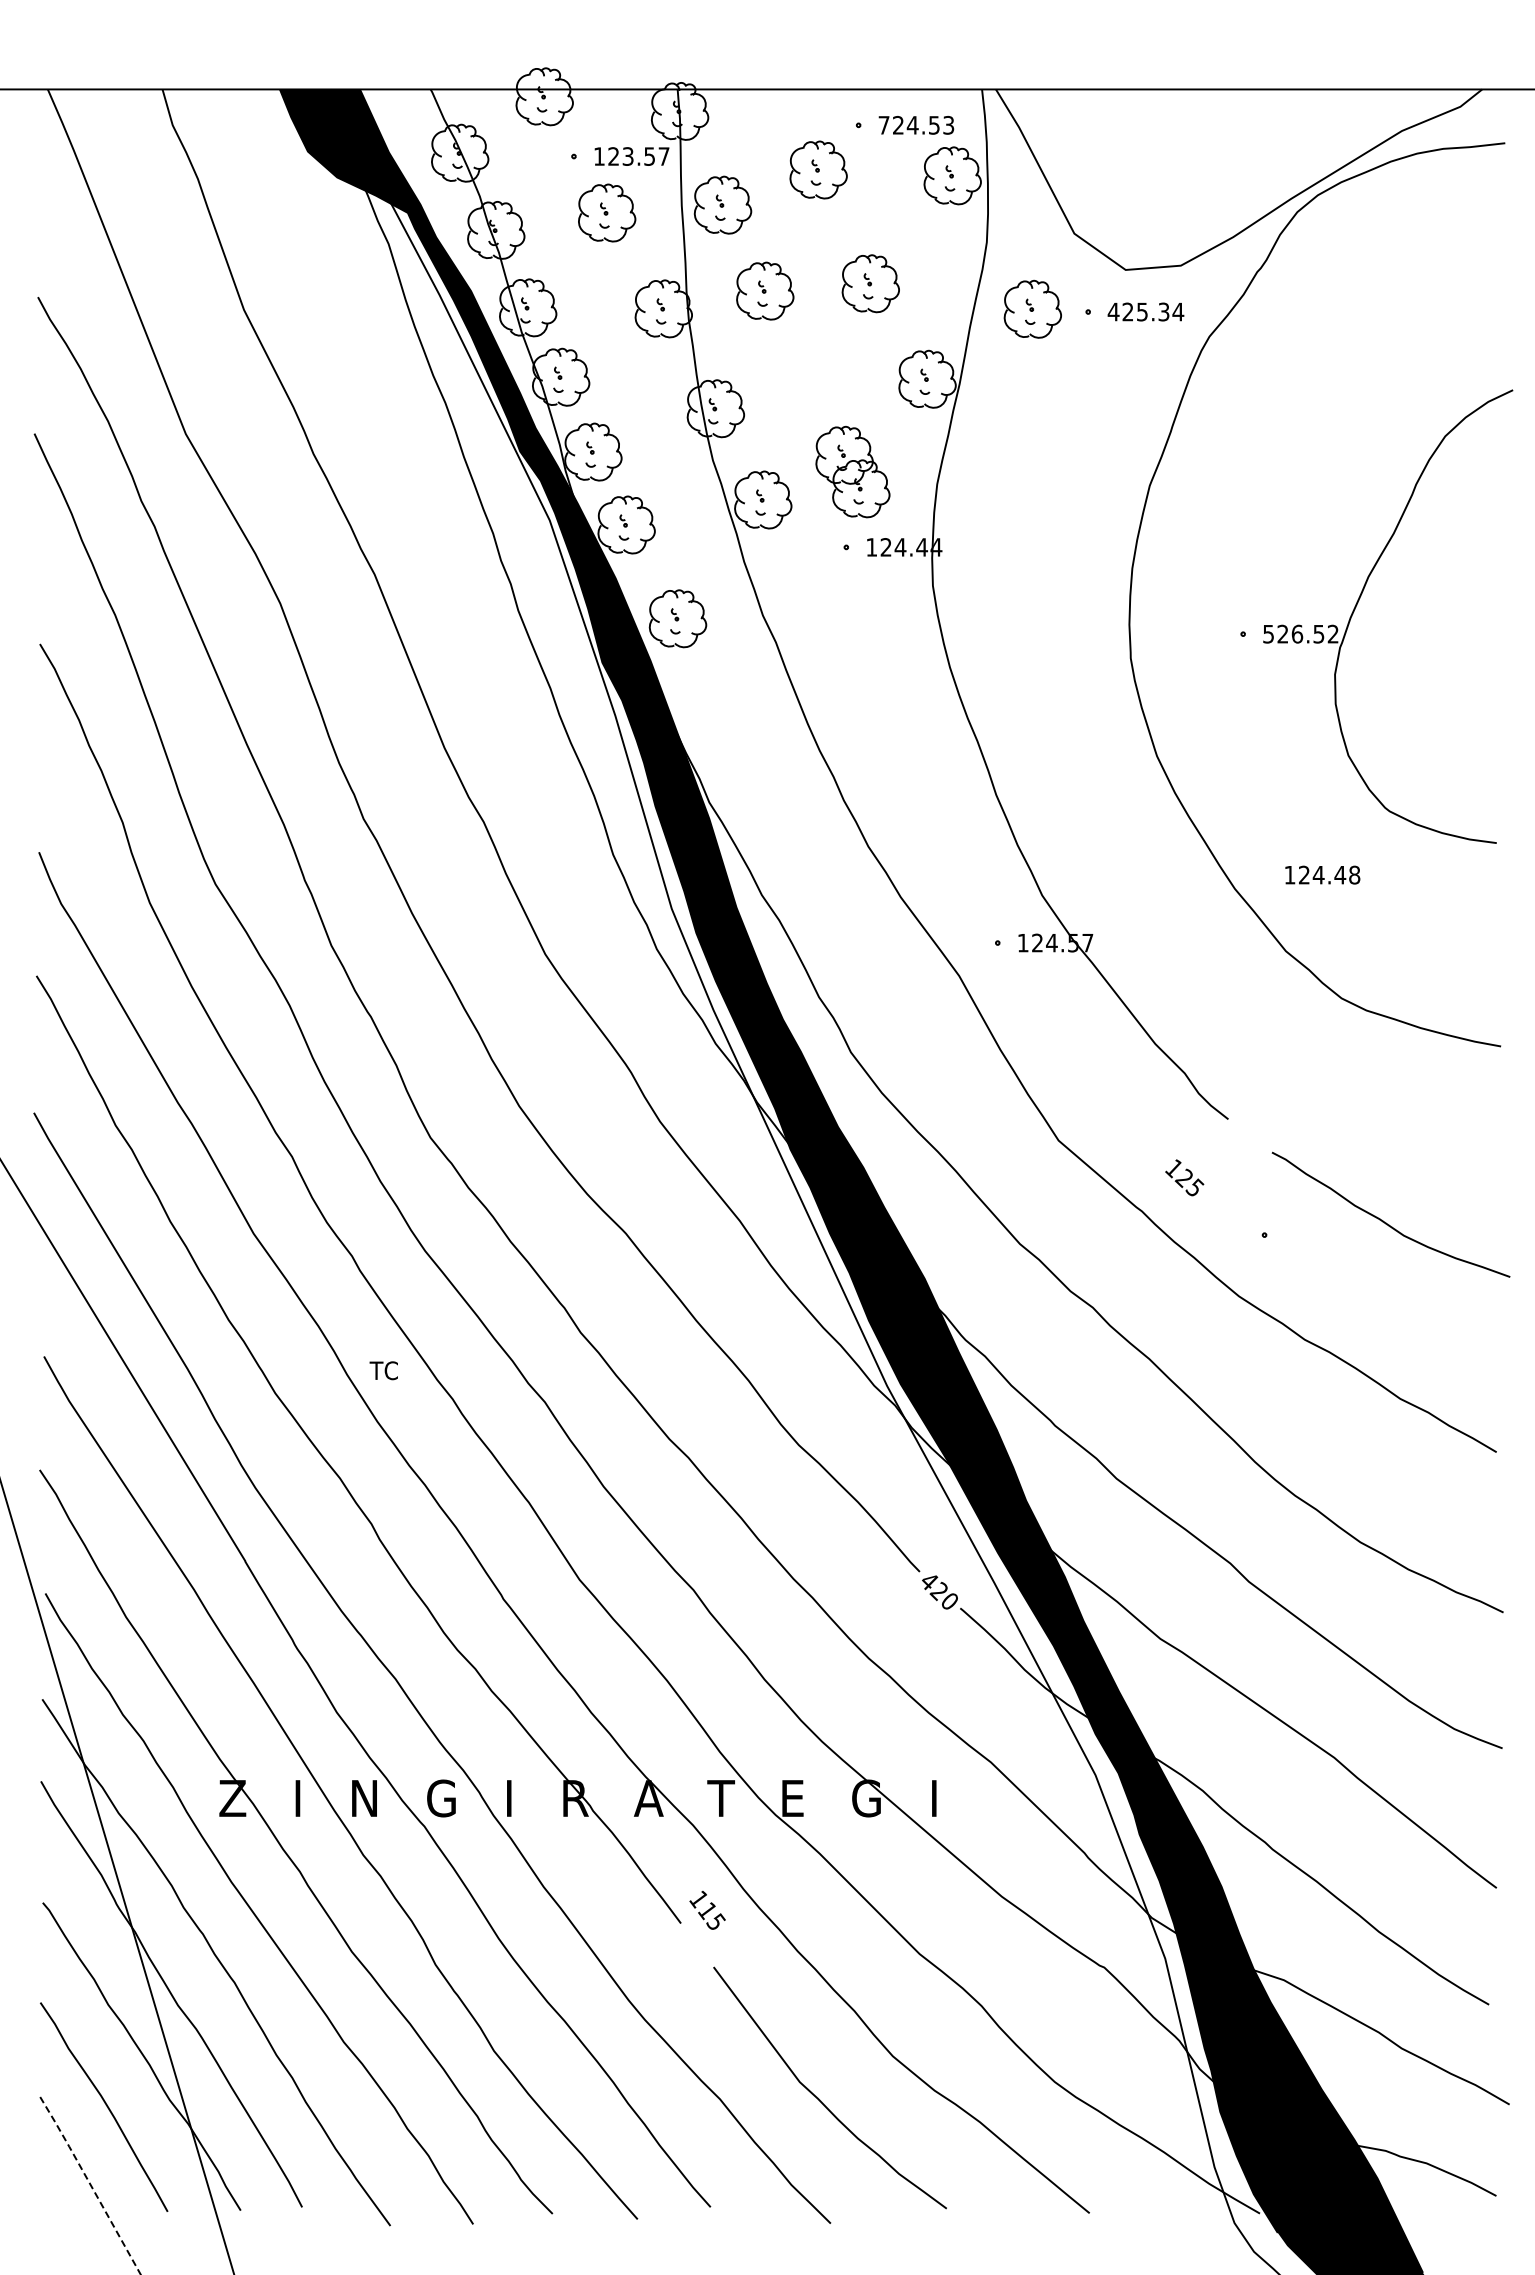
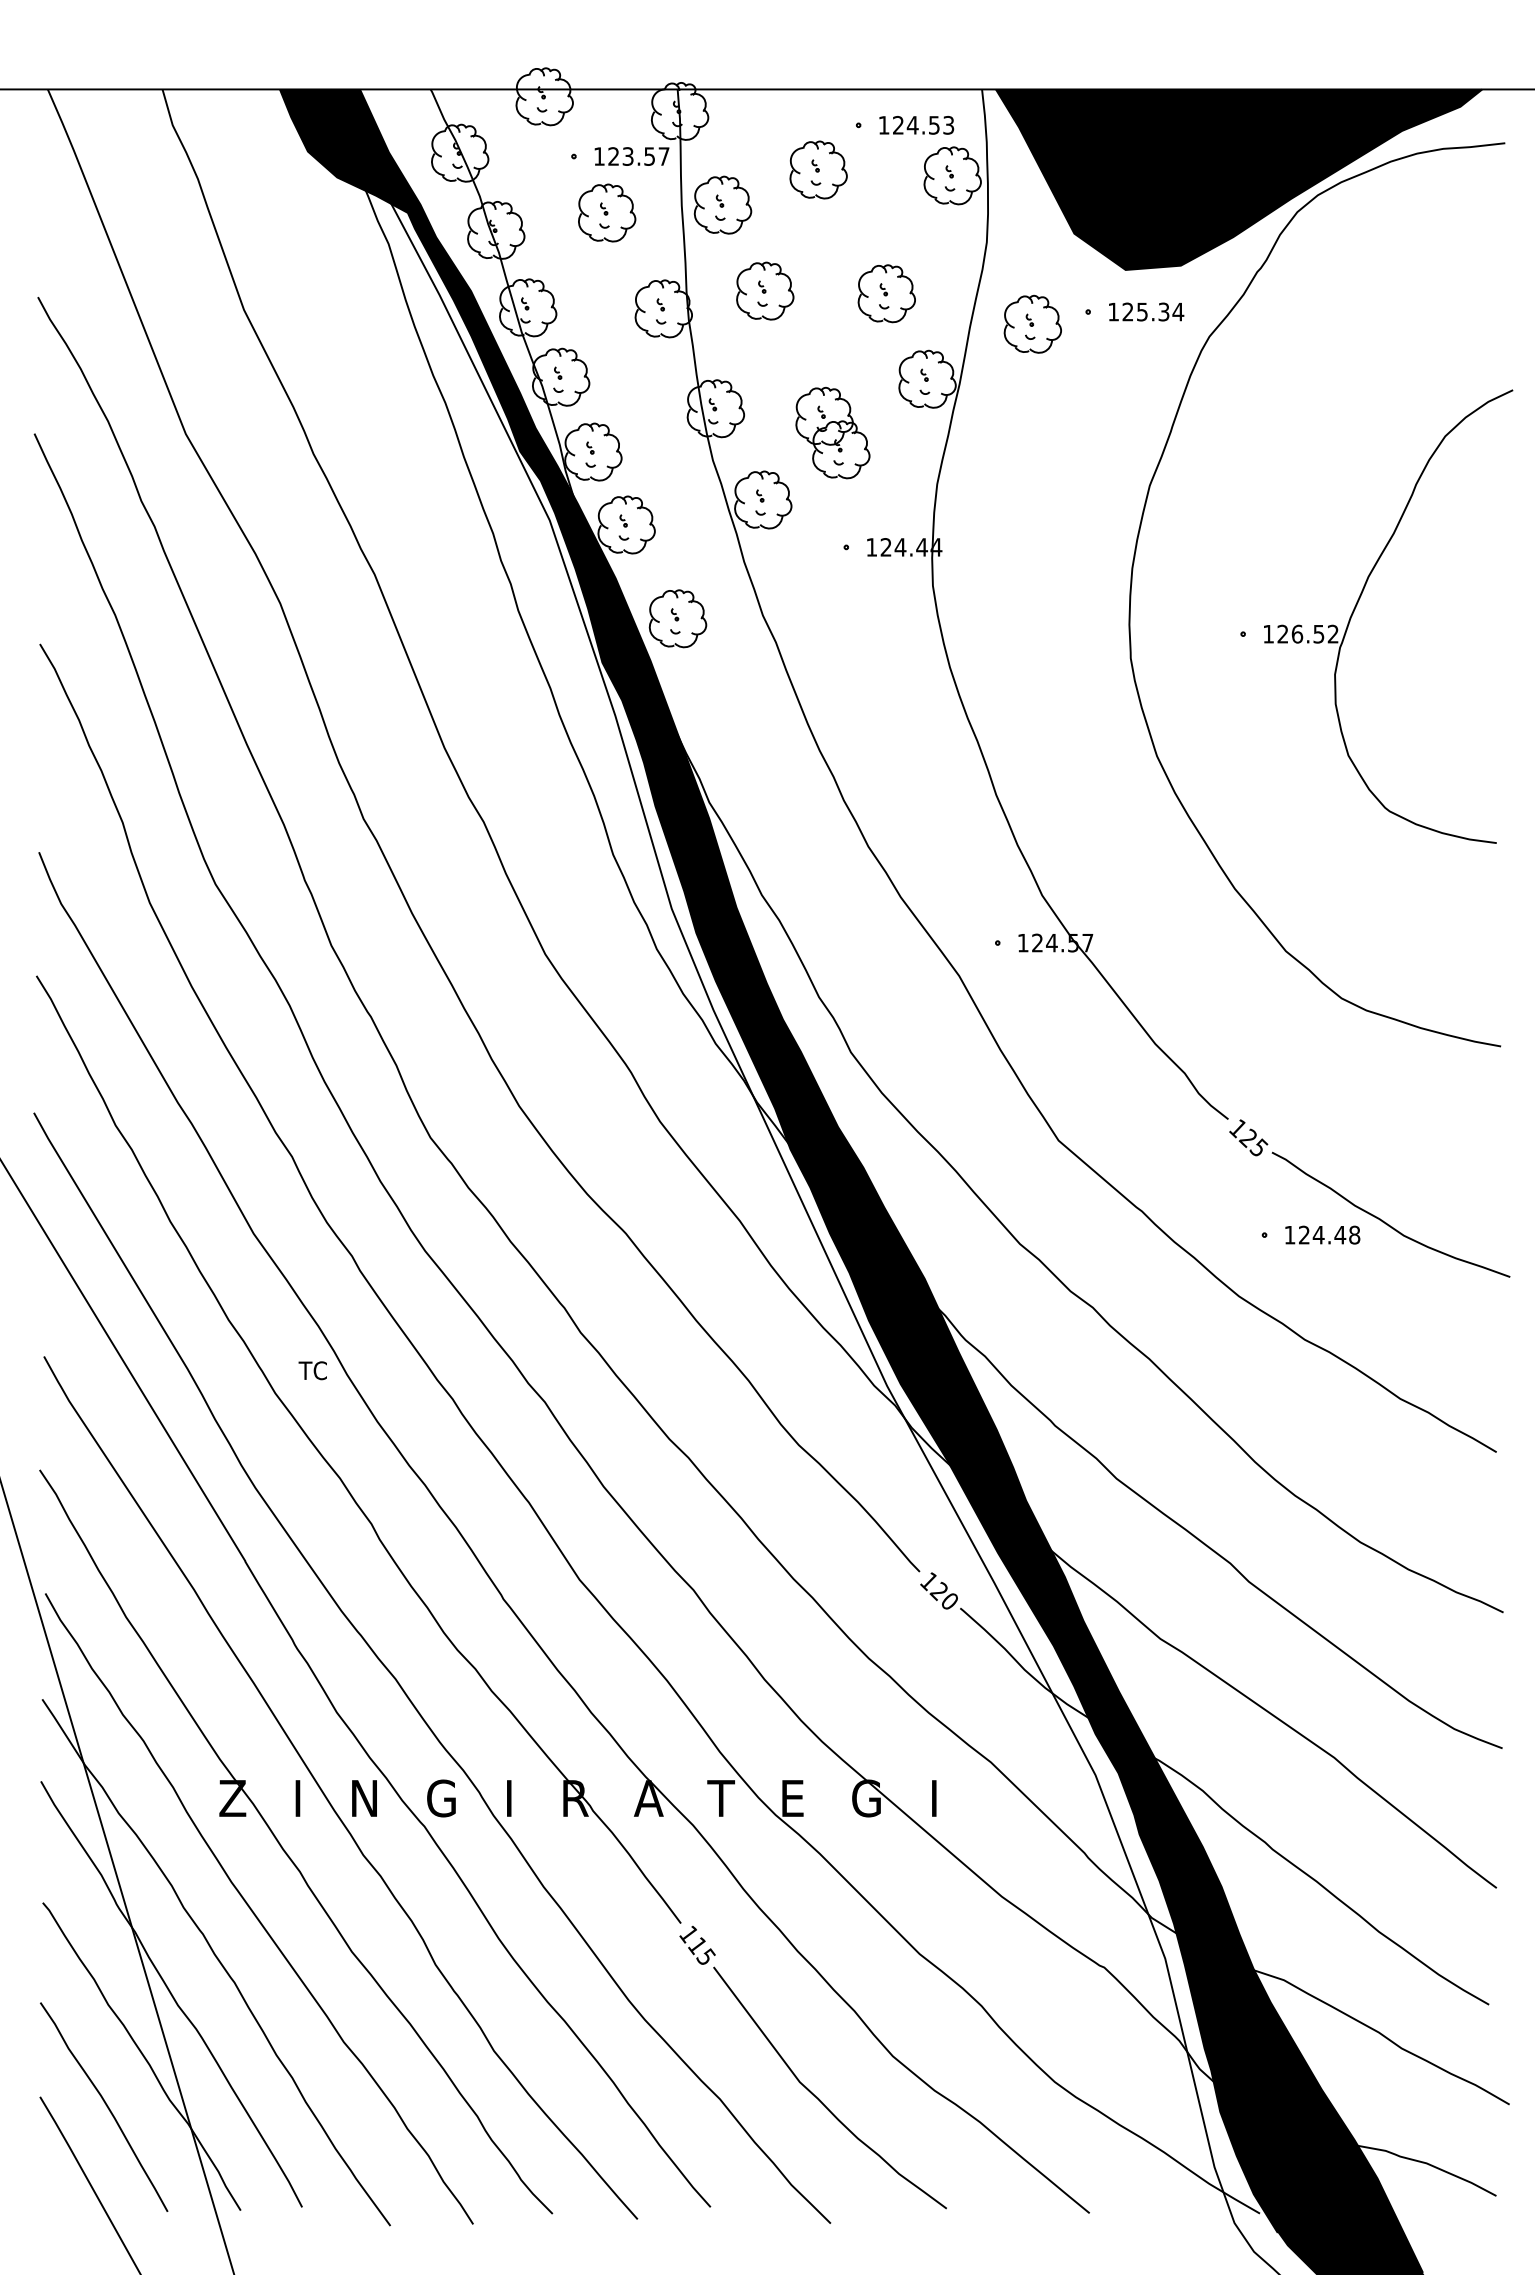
text at (883, 125): 724.53 -> 124.53
fill at (1238, 179): none -> present
part at (870, 283) position: (870, 283) -> (886, 293)
part at (1032, 308) position: (1032, 308) -> (1032, 323)
text at (1113, 311): 425.34 -> 125.34
part at (852, 472) position: (852, 472) -> (832, 433)
text at (1268, 634): 526.52 -> 126.52
text at (1322, 874) position: (1322, 874) -> (1322, 1234)
text at (1184, 1177) position: (1184, 1177) -> (1248, 1137)
text at (383, 1370) position: (383, 1370) -> (312, 1370)
text at (929, 1581): 420 -> 120
text at (707, 1909) position: (707, 1909) -> (697, 1944)
line at (90, 2184): dashed -> solid
